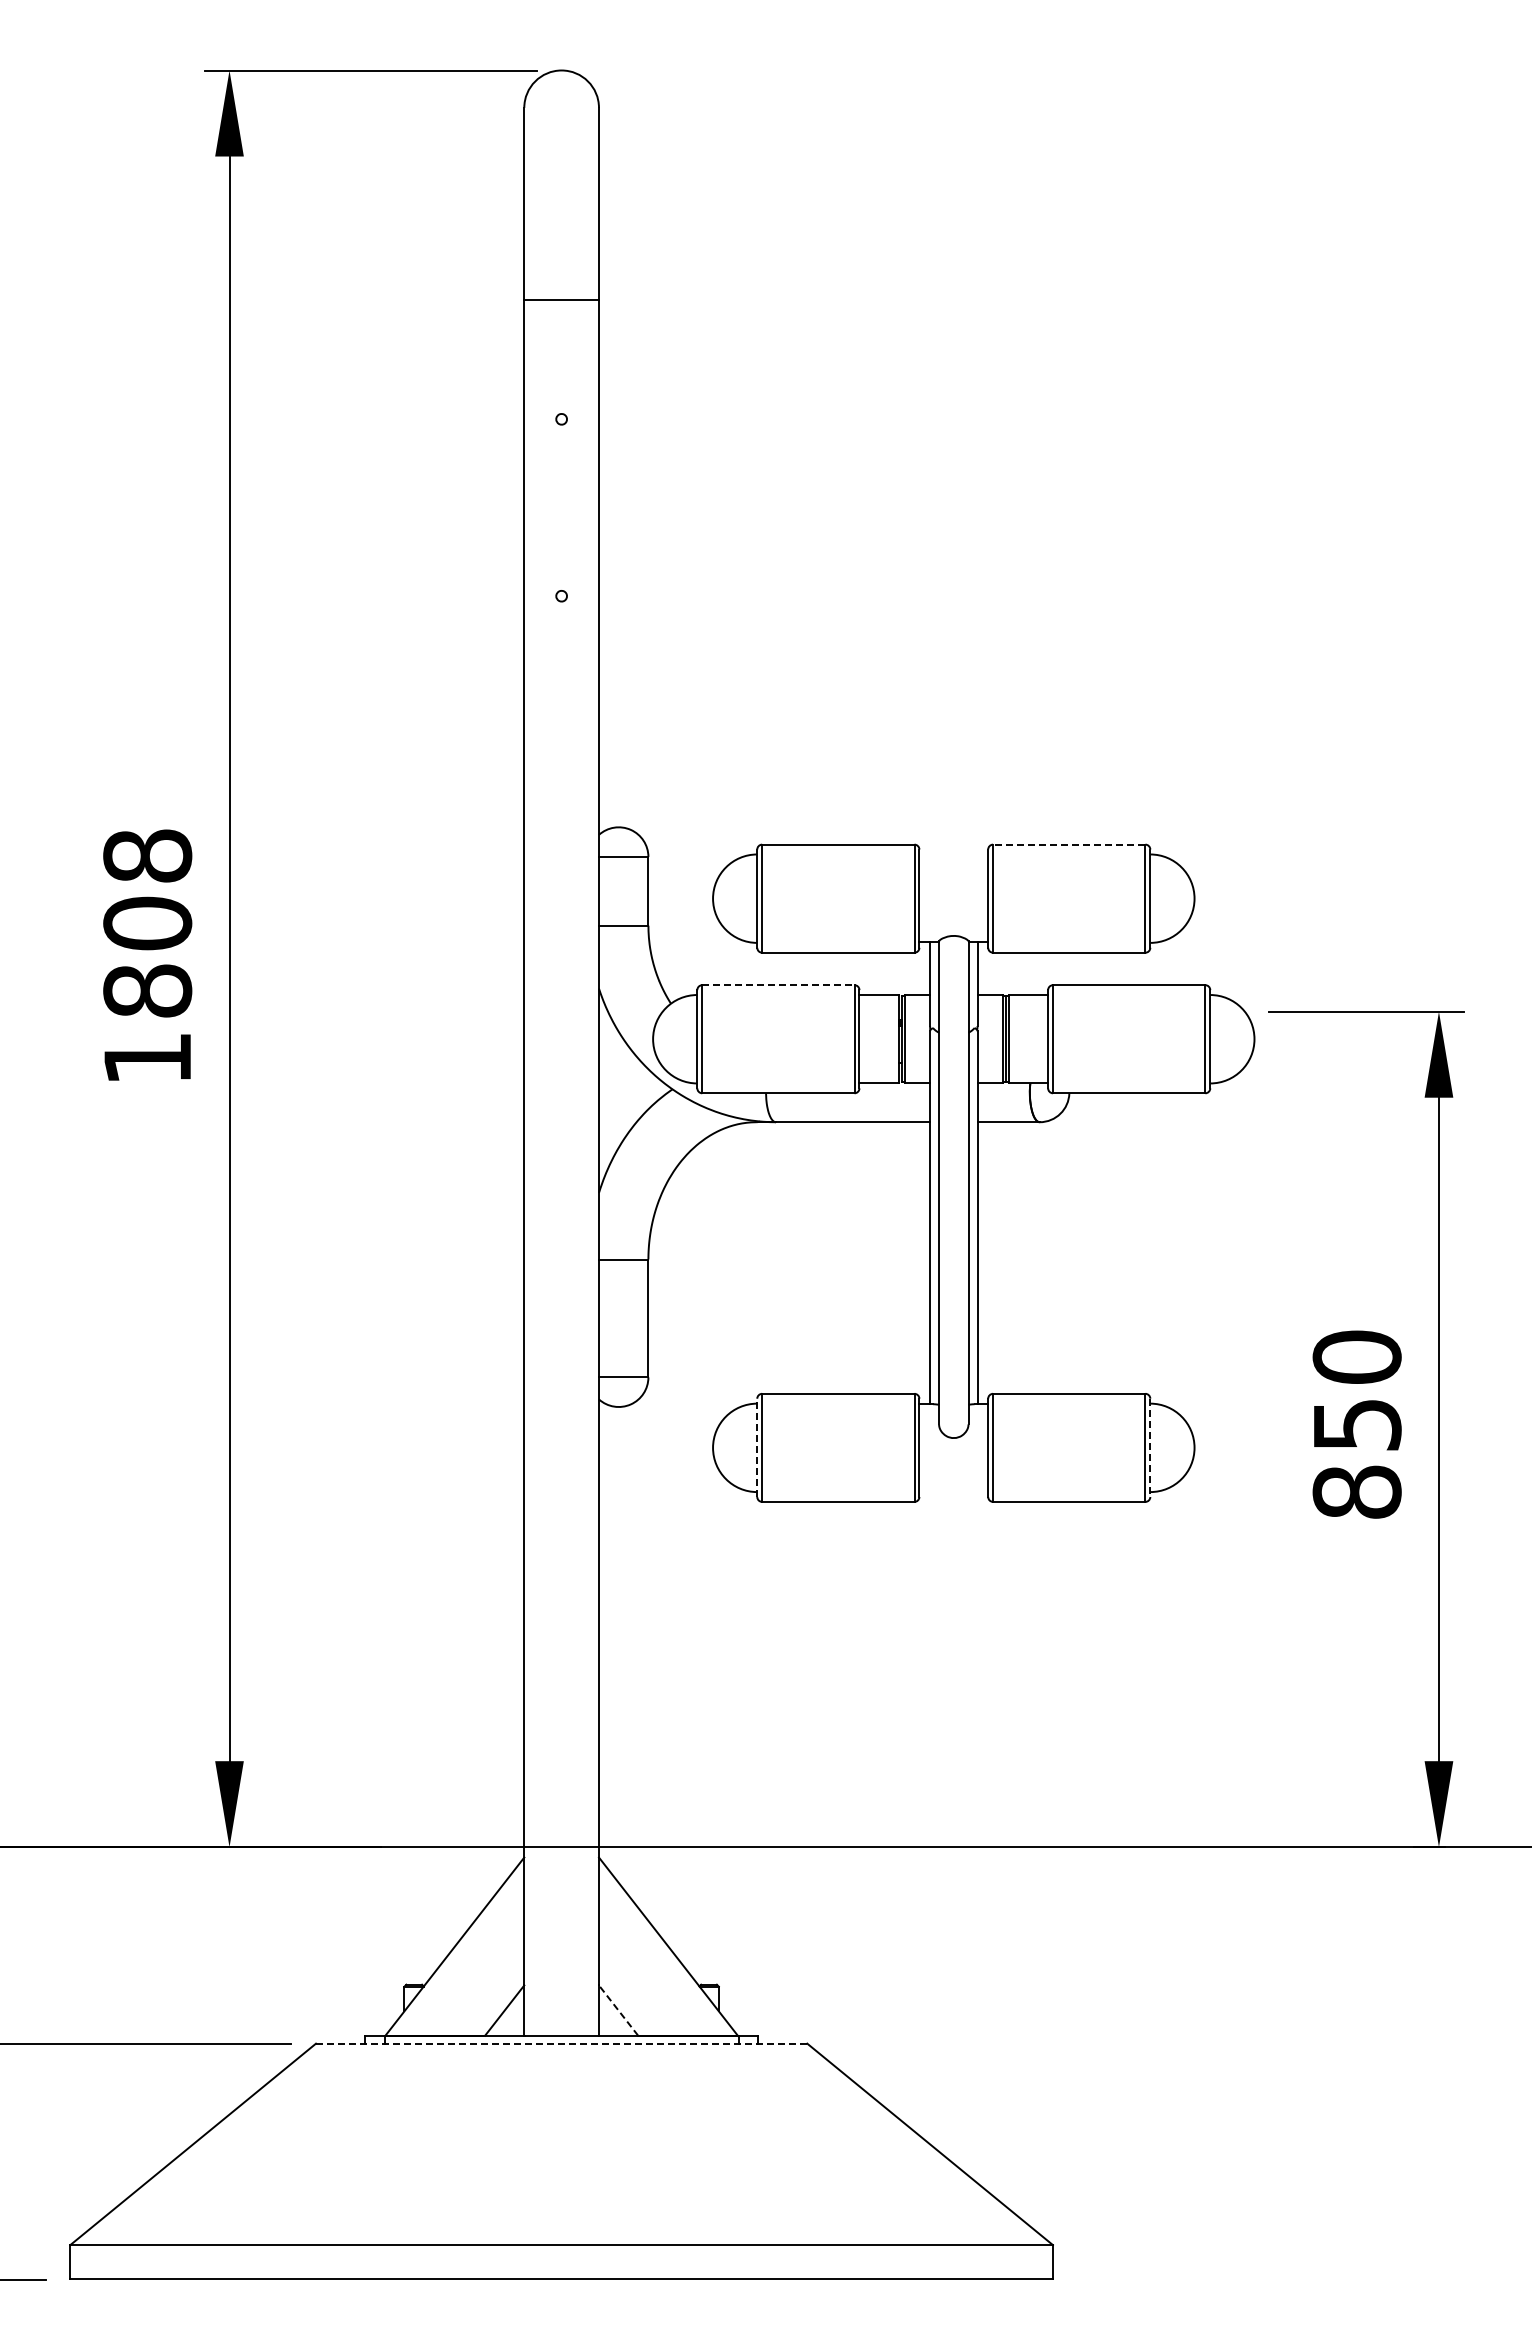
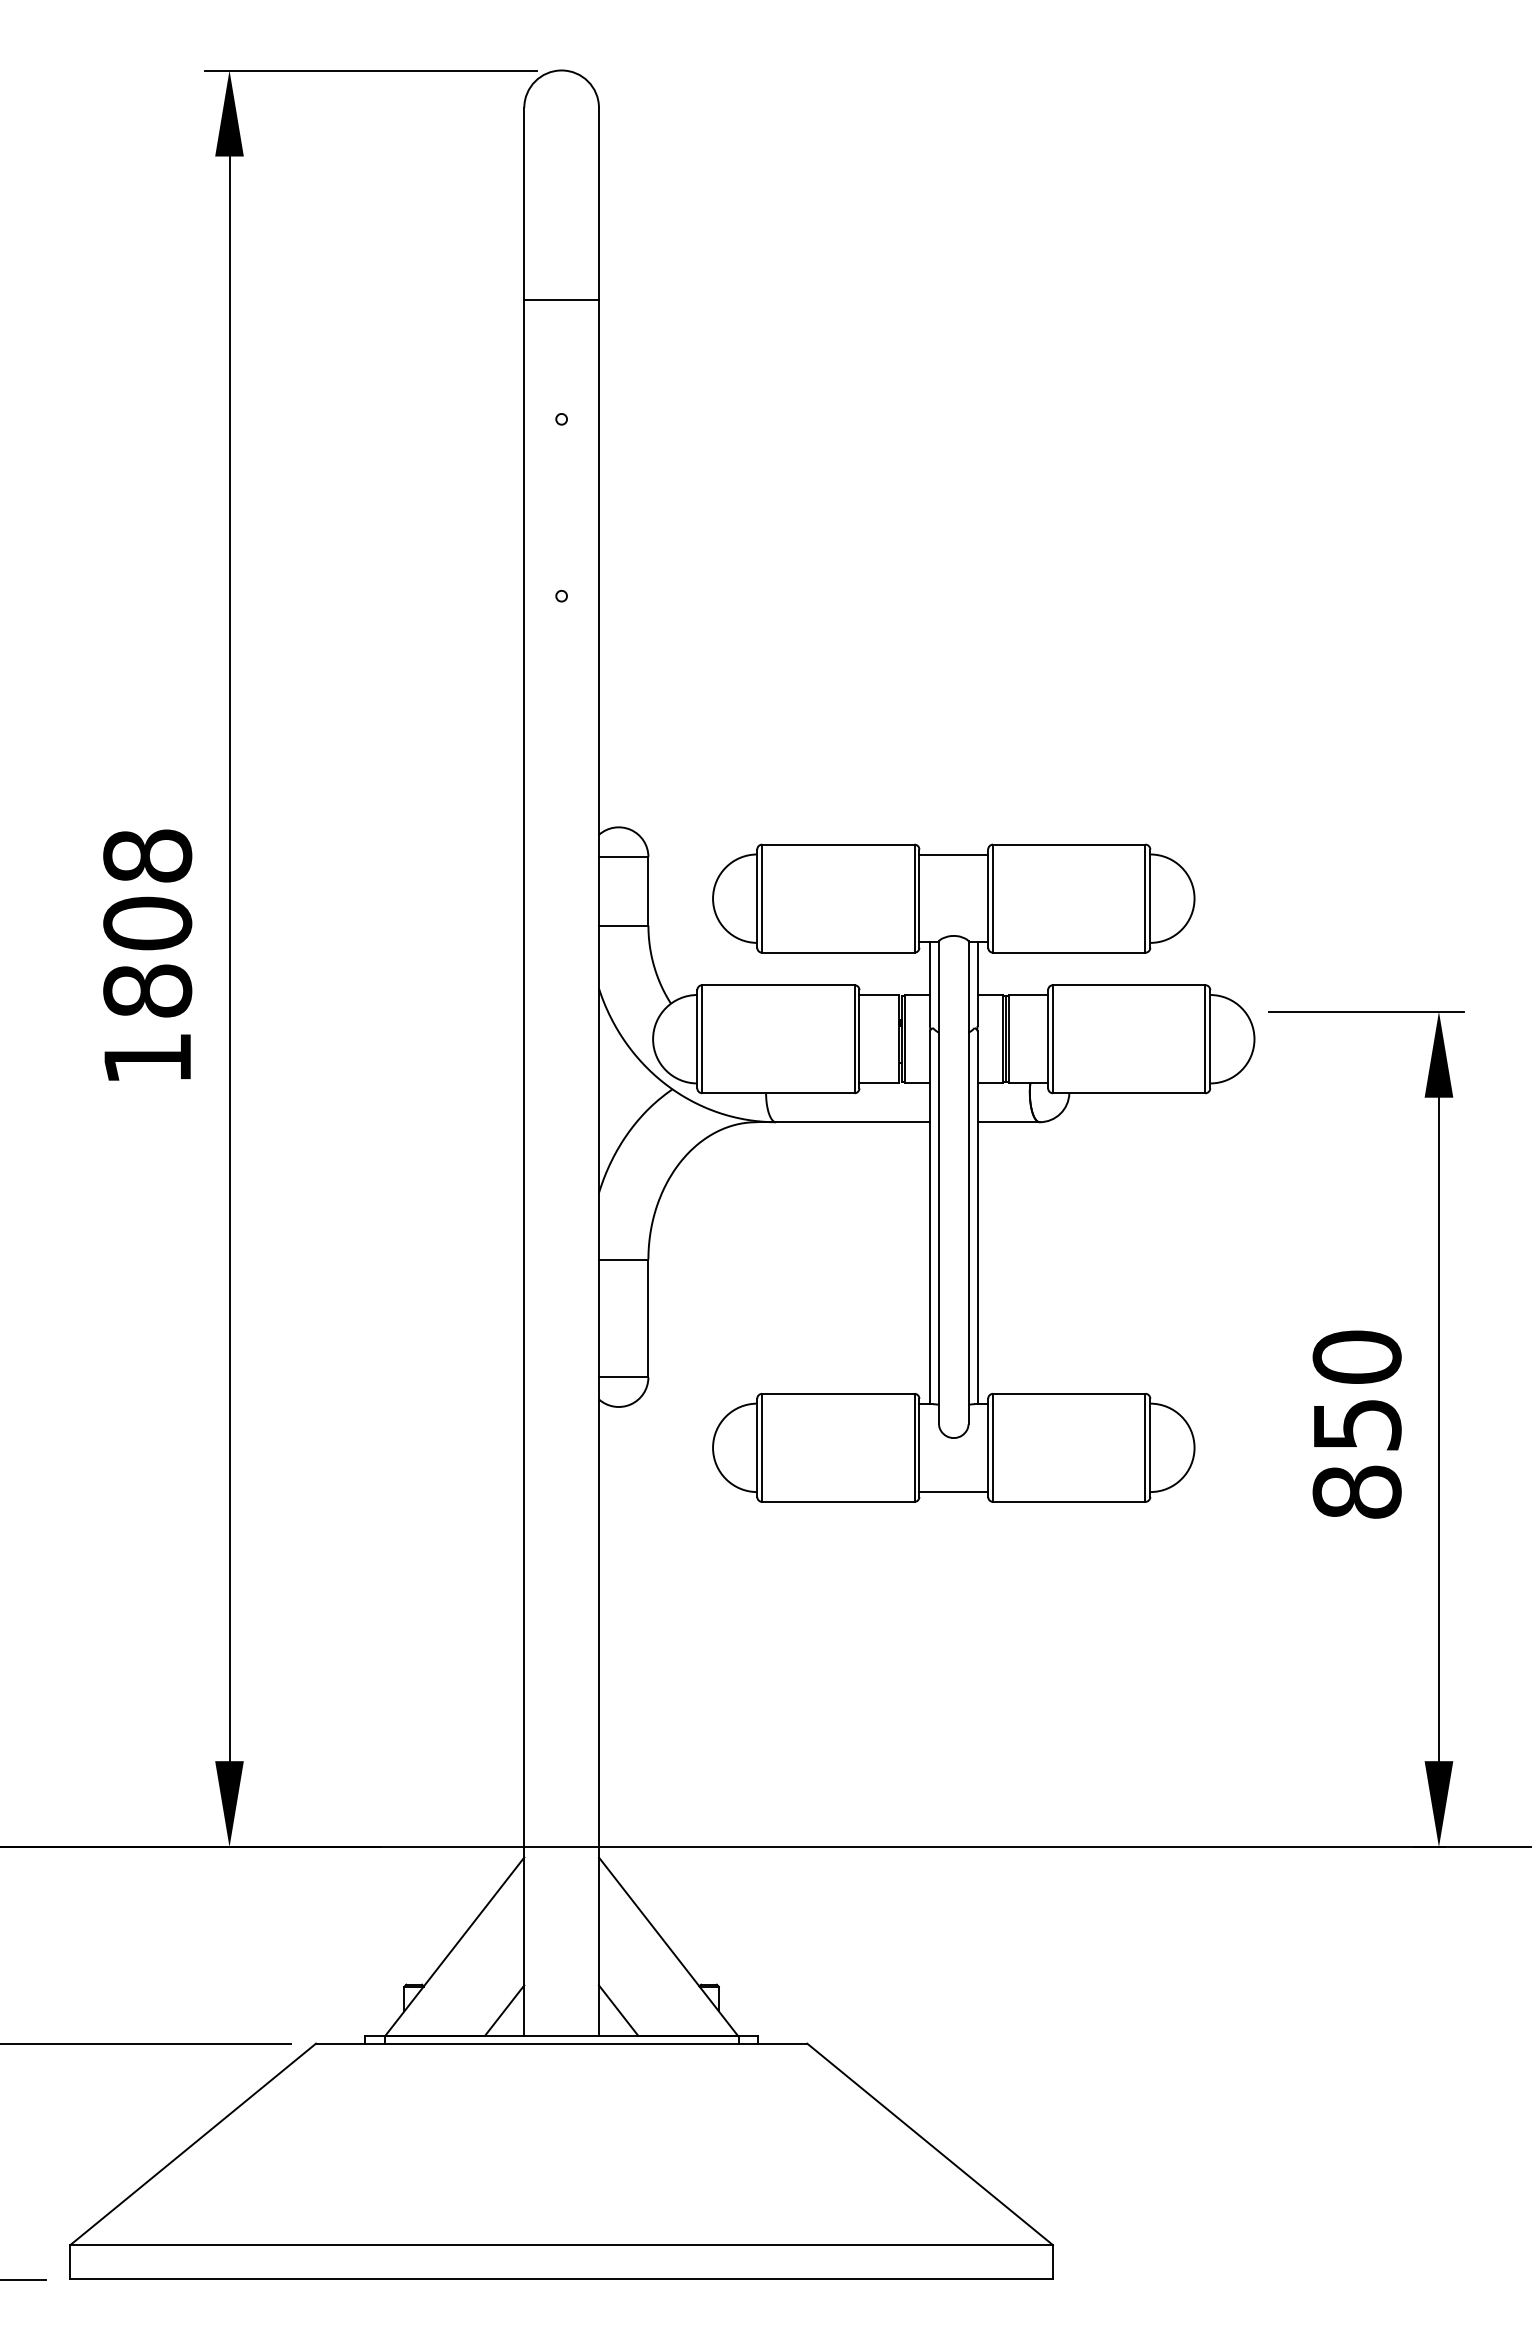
line at (1068, 844): dashed -> solid
line at (953, 855): none -> present
line at (778, 985): dashed -> solid
line at (757, 1447): dashed -> solid
line at (1150, 1448): dashed -> solid
line at (953, 1491): none -> present
line at (618, 2010): dashed -> solid
line at (561, 2043): dashed -> solid
